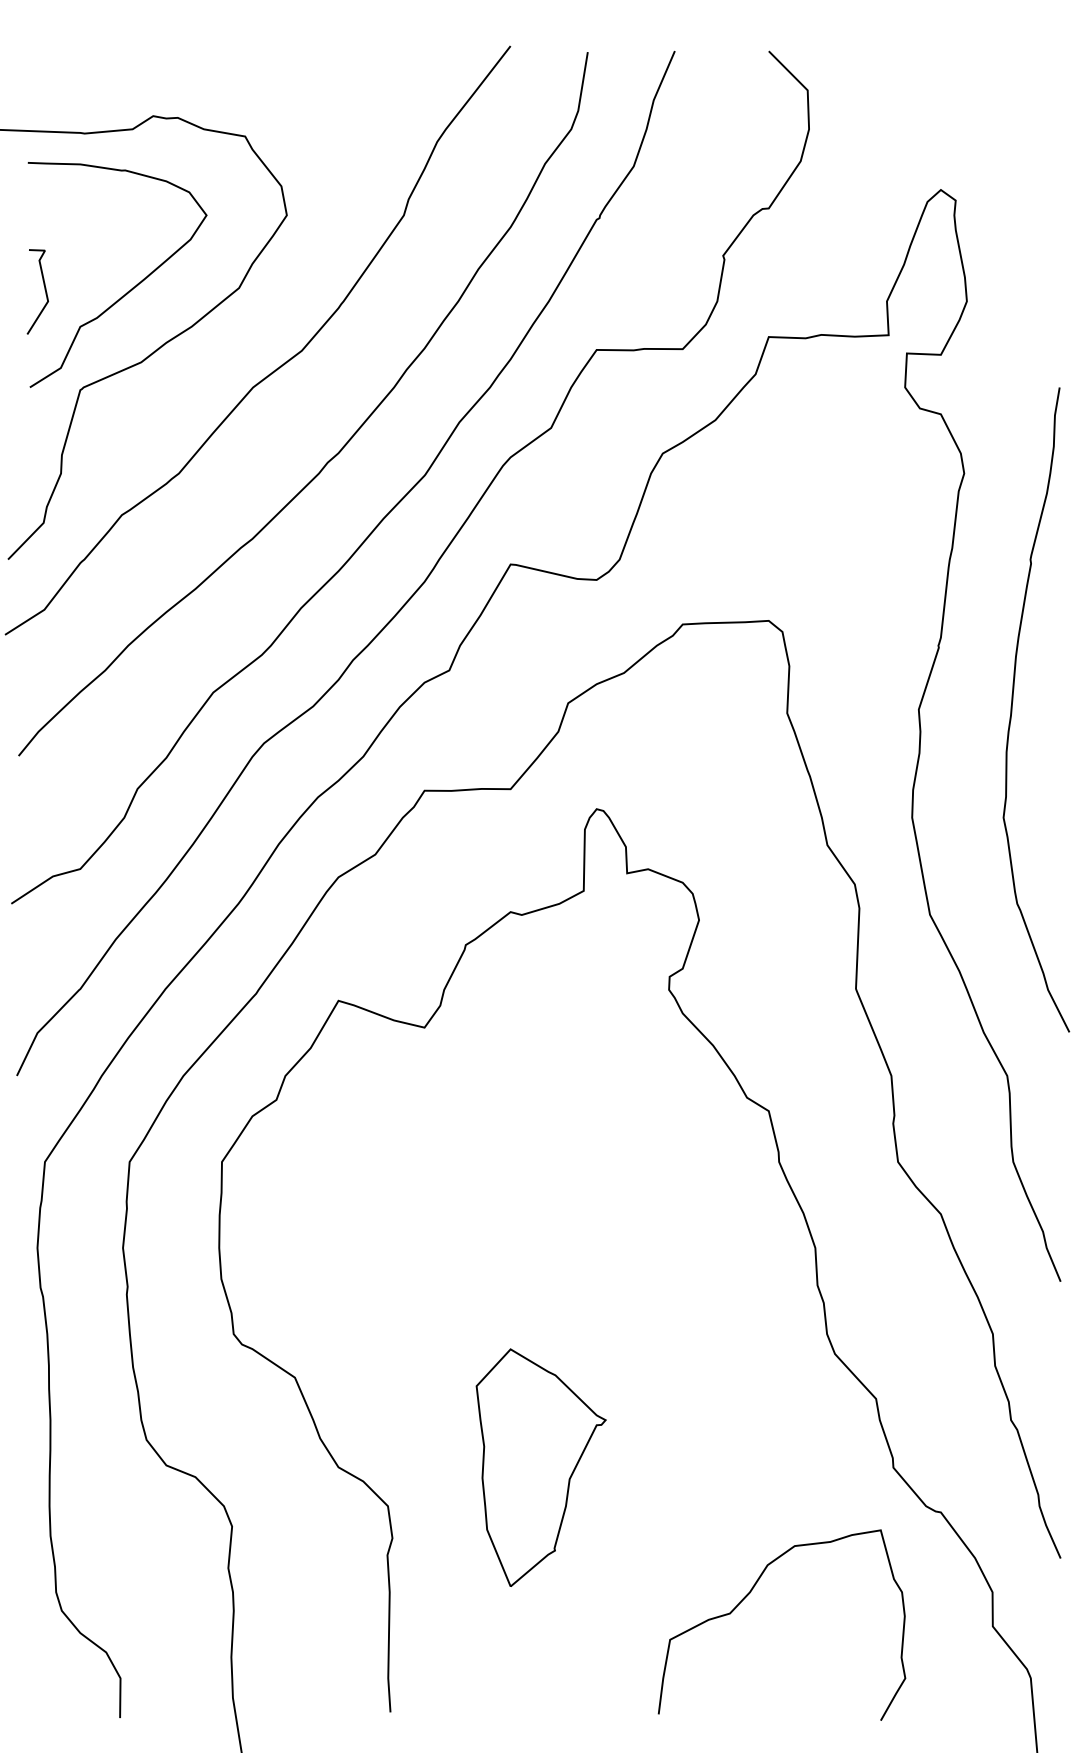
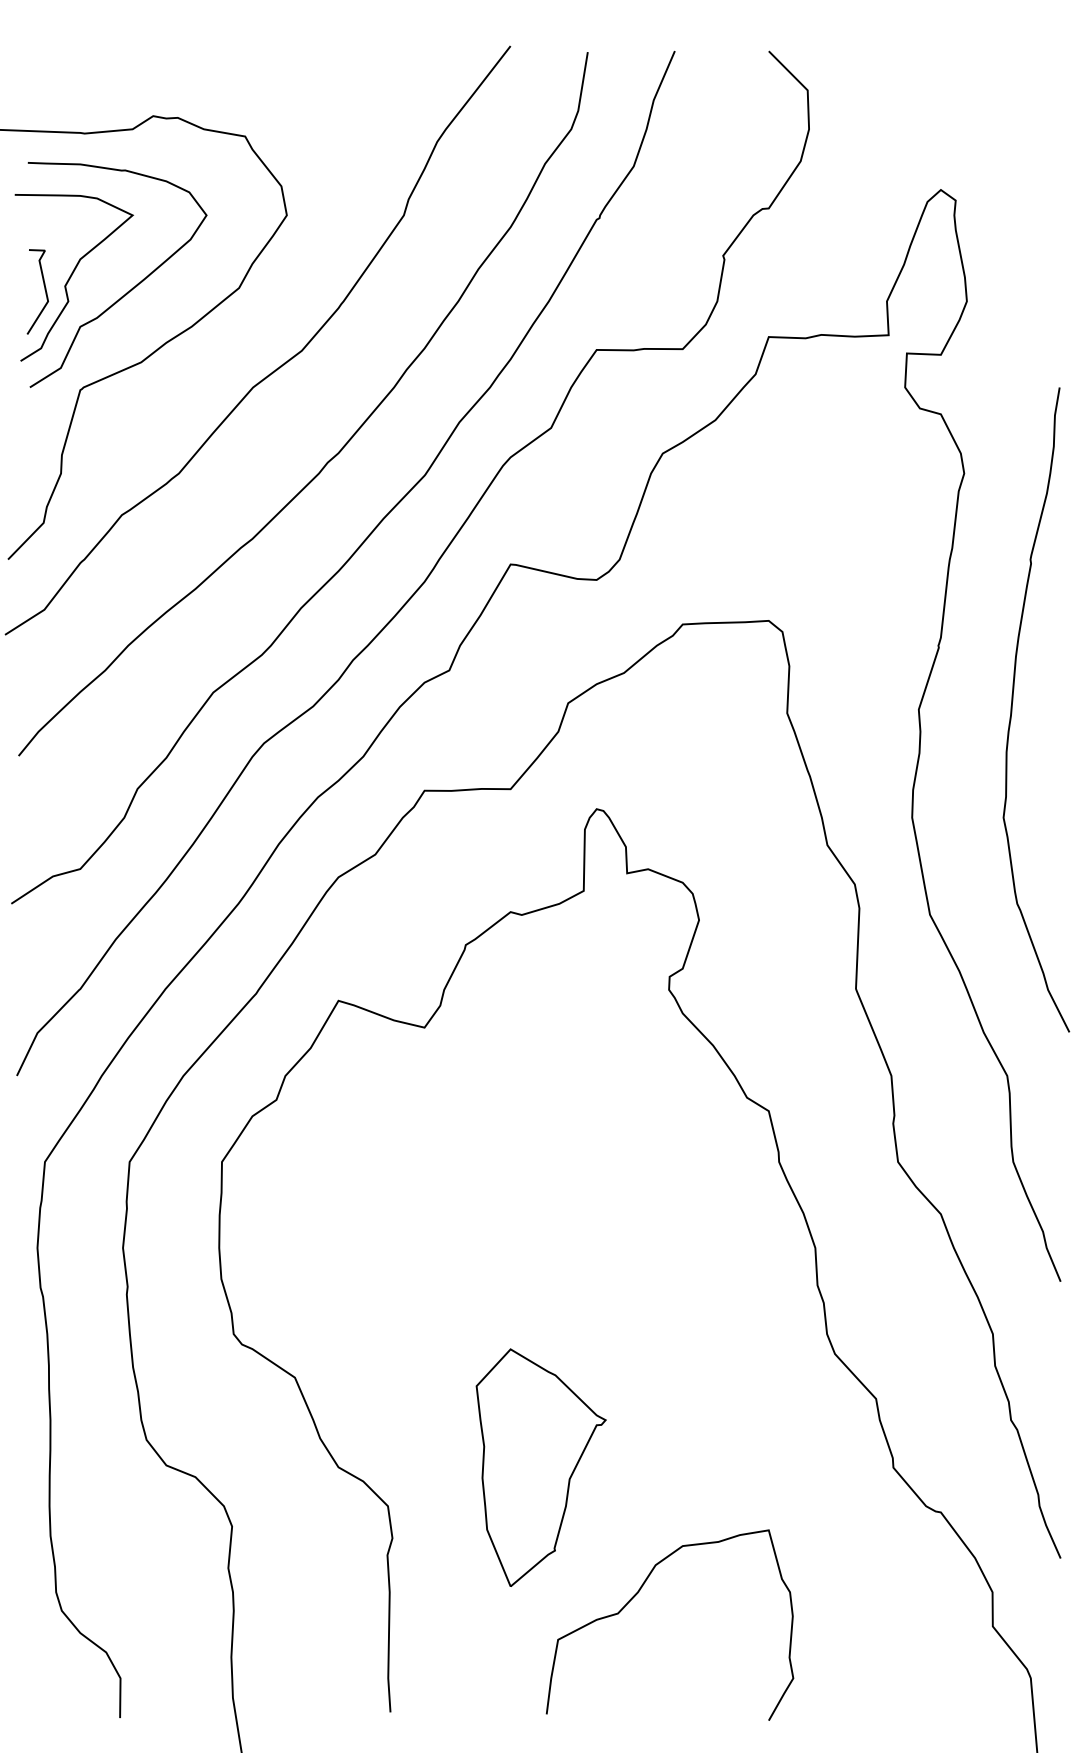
curve at (71, 277): none -> present
curve at (750, 1593) position: (750, 1593) -> (638, 1593)
